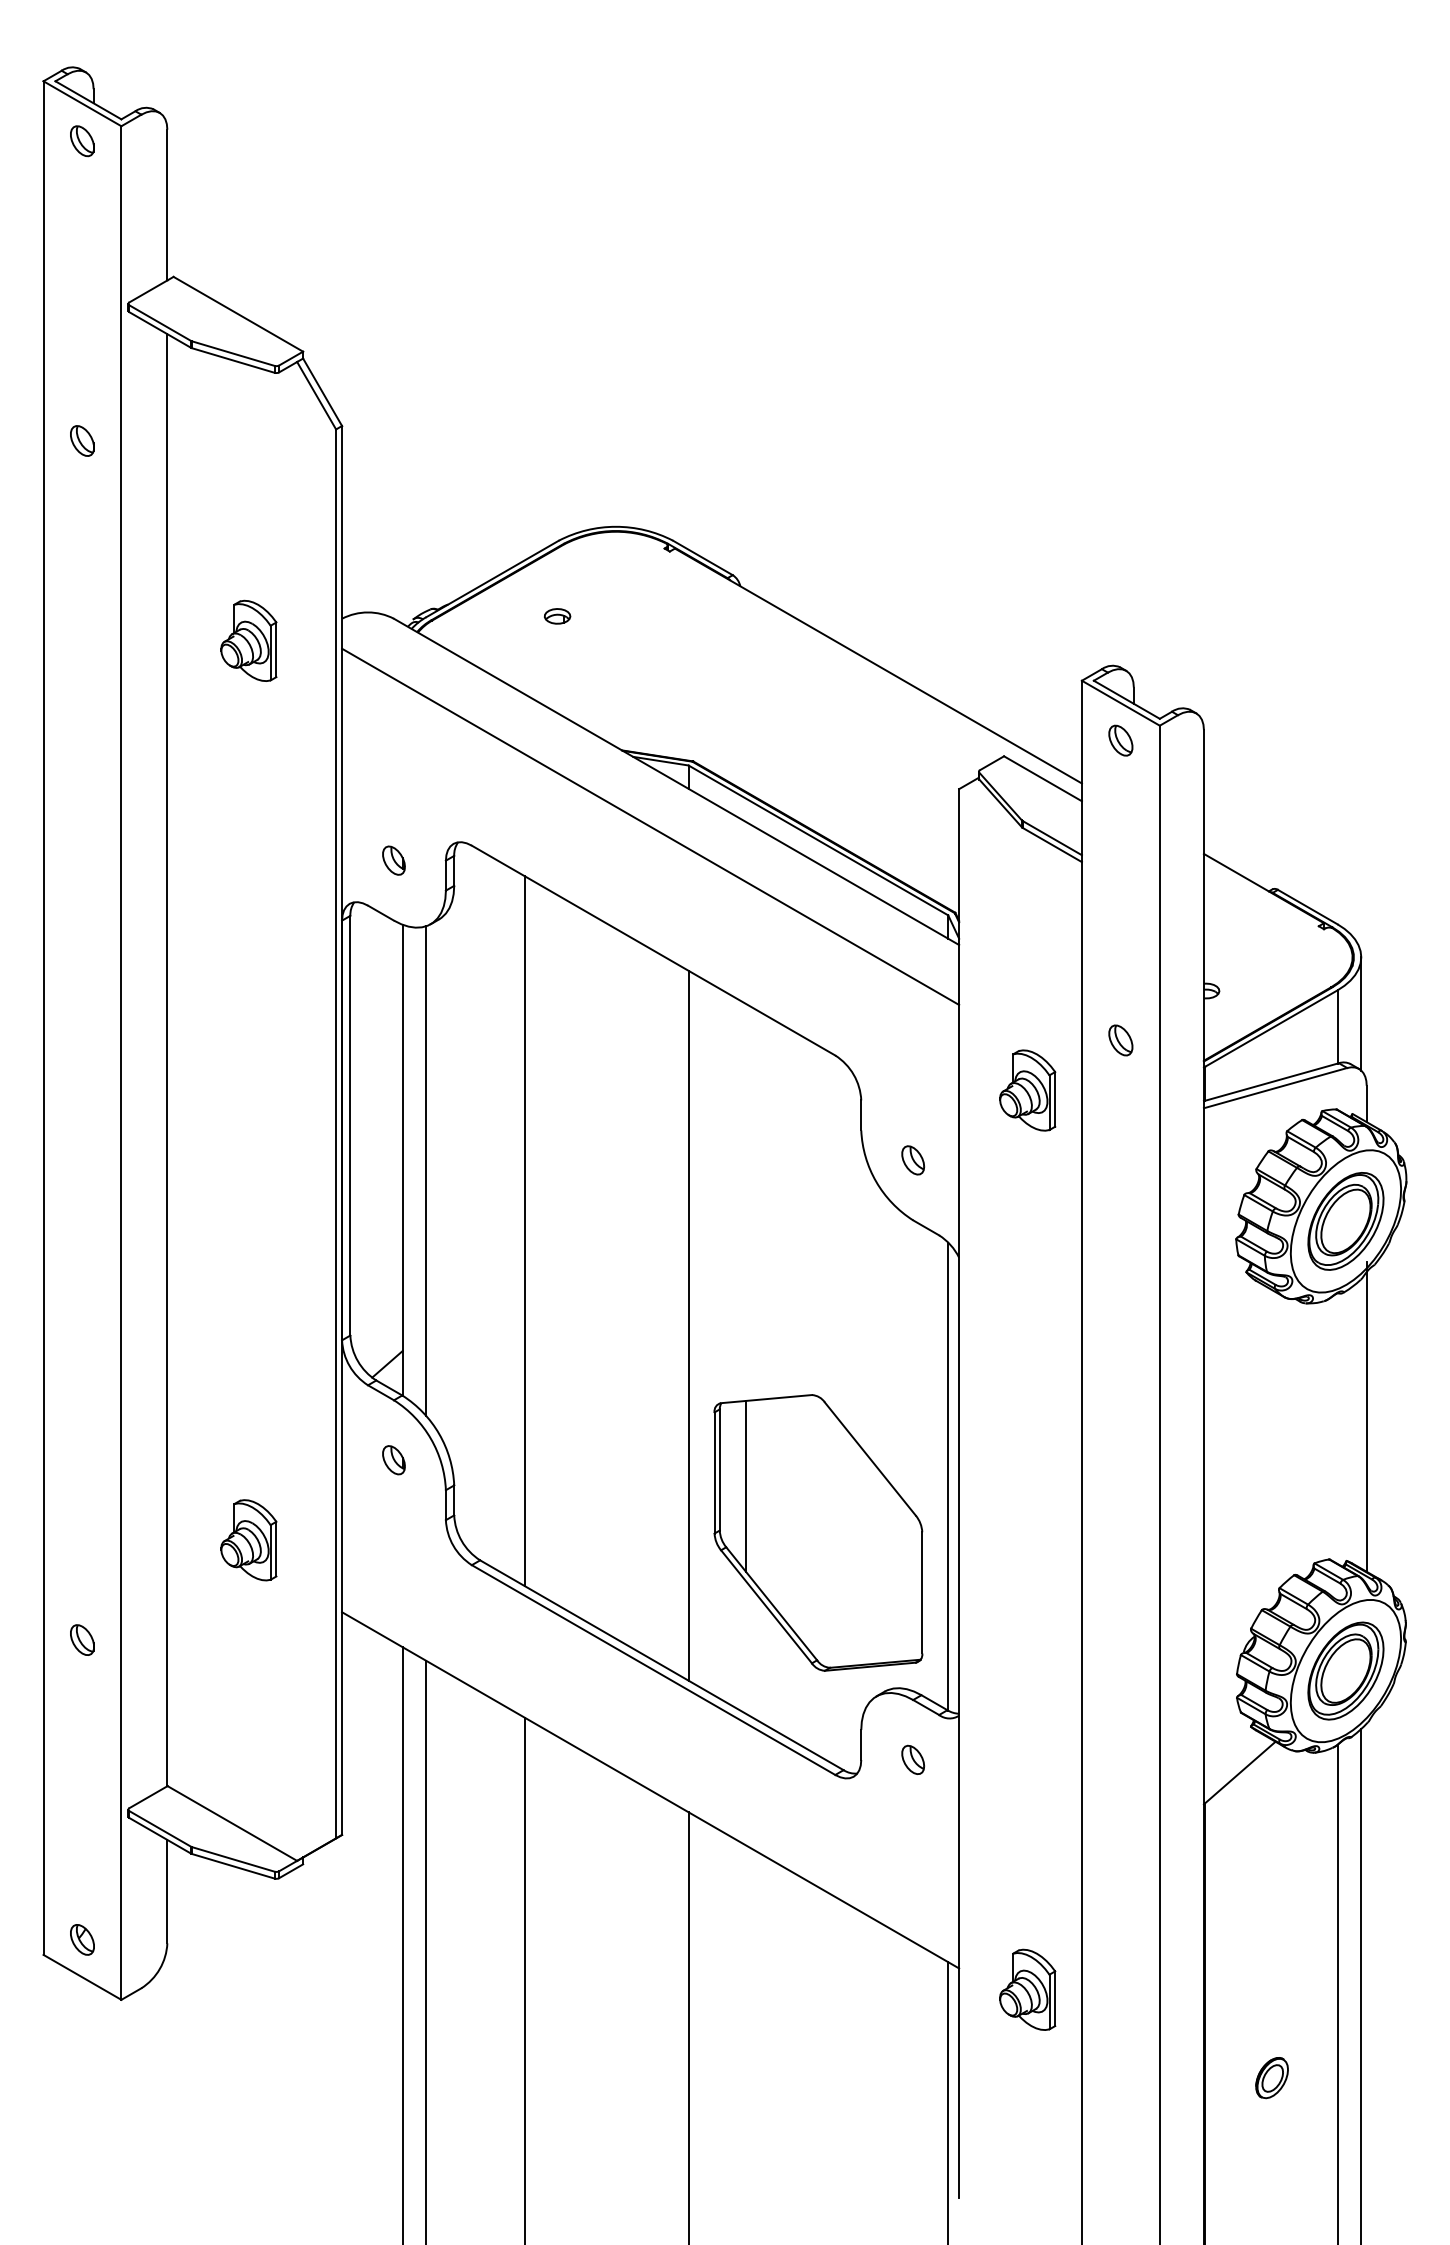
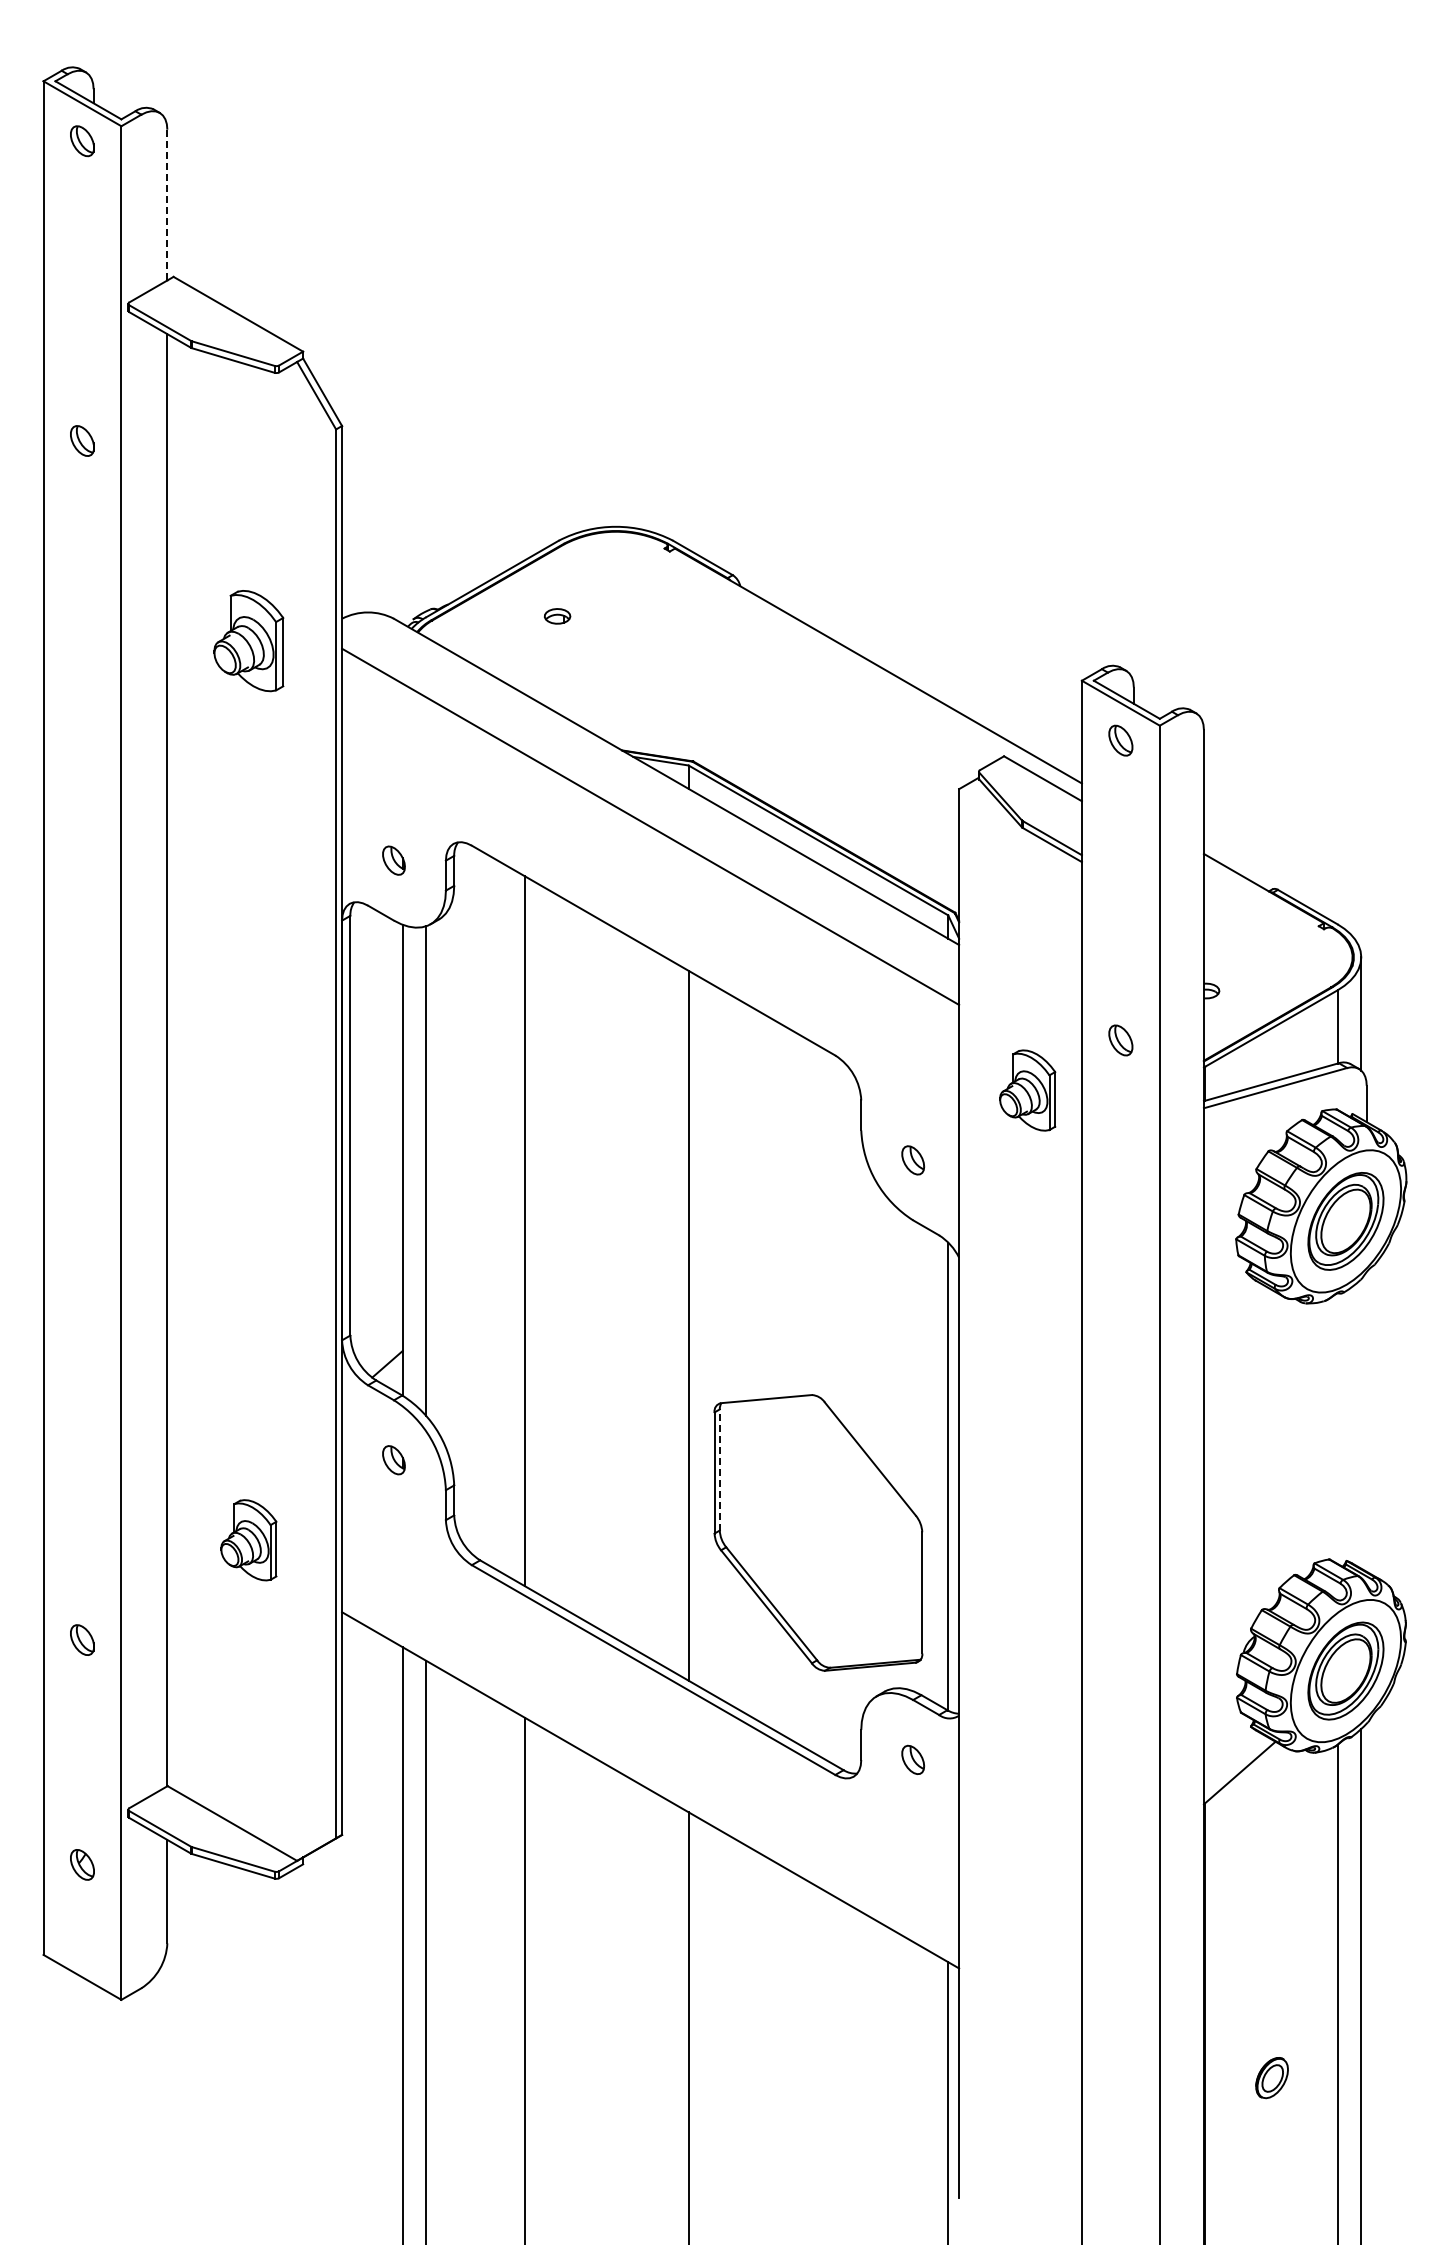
line at (167, 205): solid -> dashed
part at (248, 640) size: 58x83 px -> 72x103 px
line at (1366, 1416): present -> none
line at (719, 1469): solid -> dashed
line at (745, 1485): present -> none
part at (82, 1939) position: (82, 1939) -> (82, 1864)
part at (1027, 1989): present -> none
